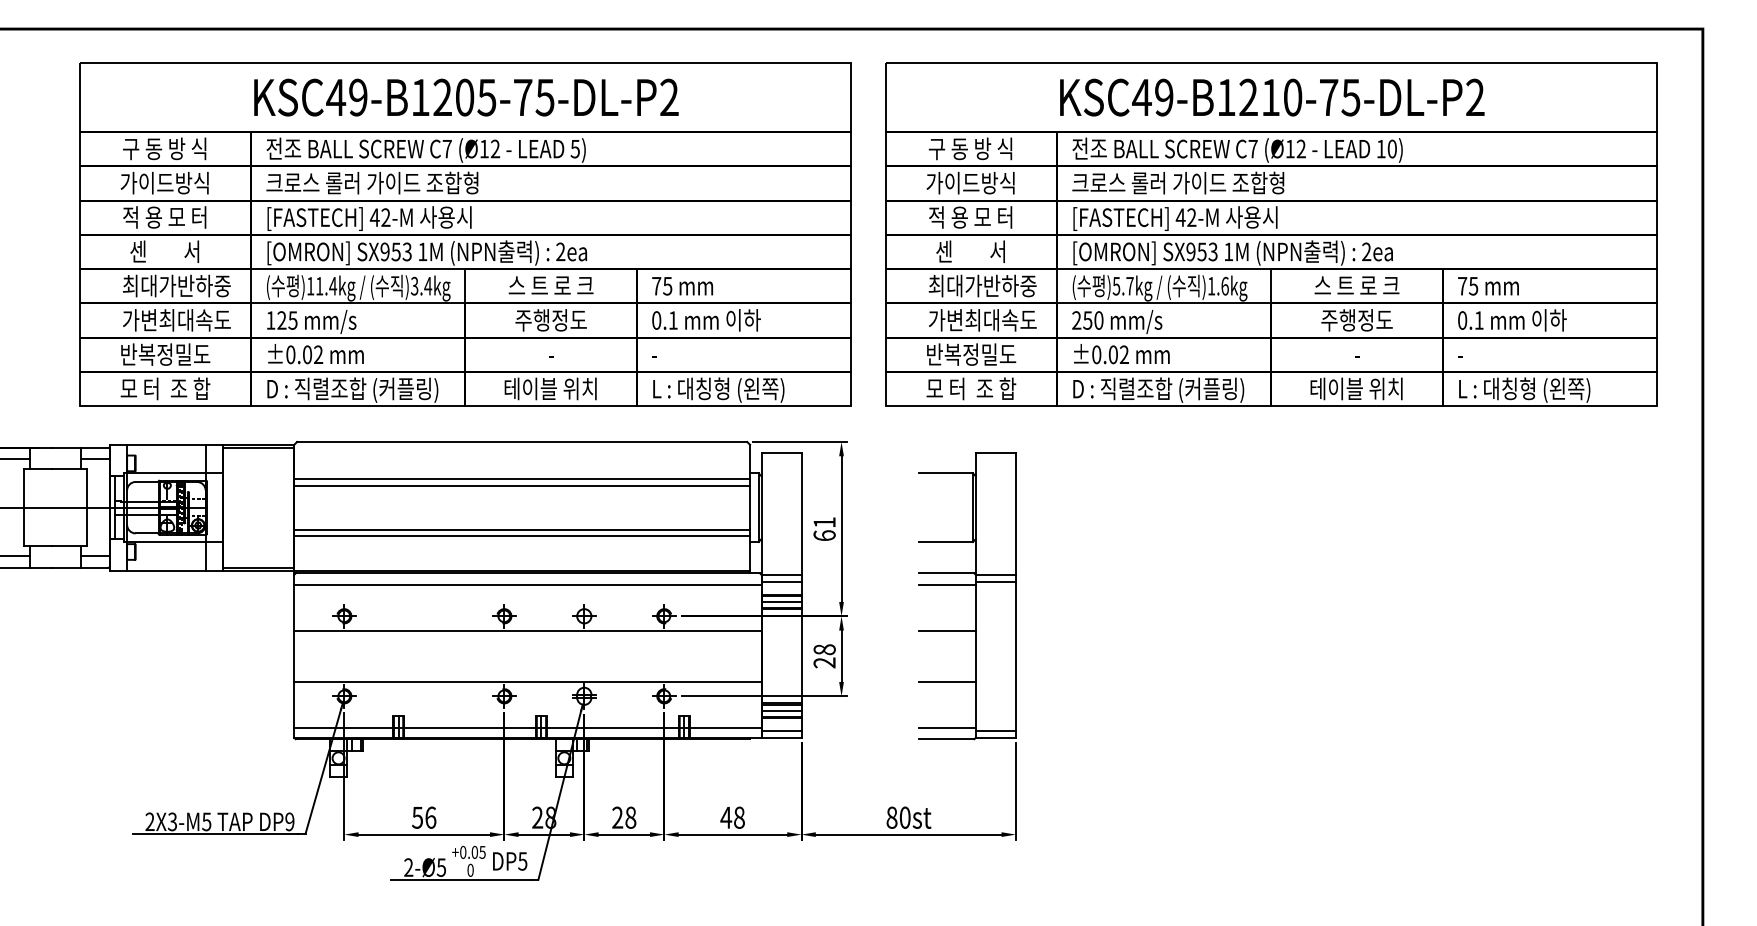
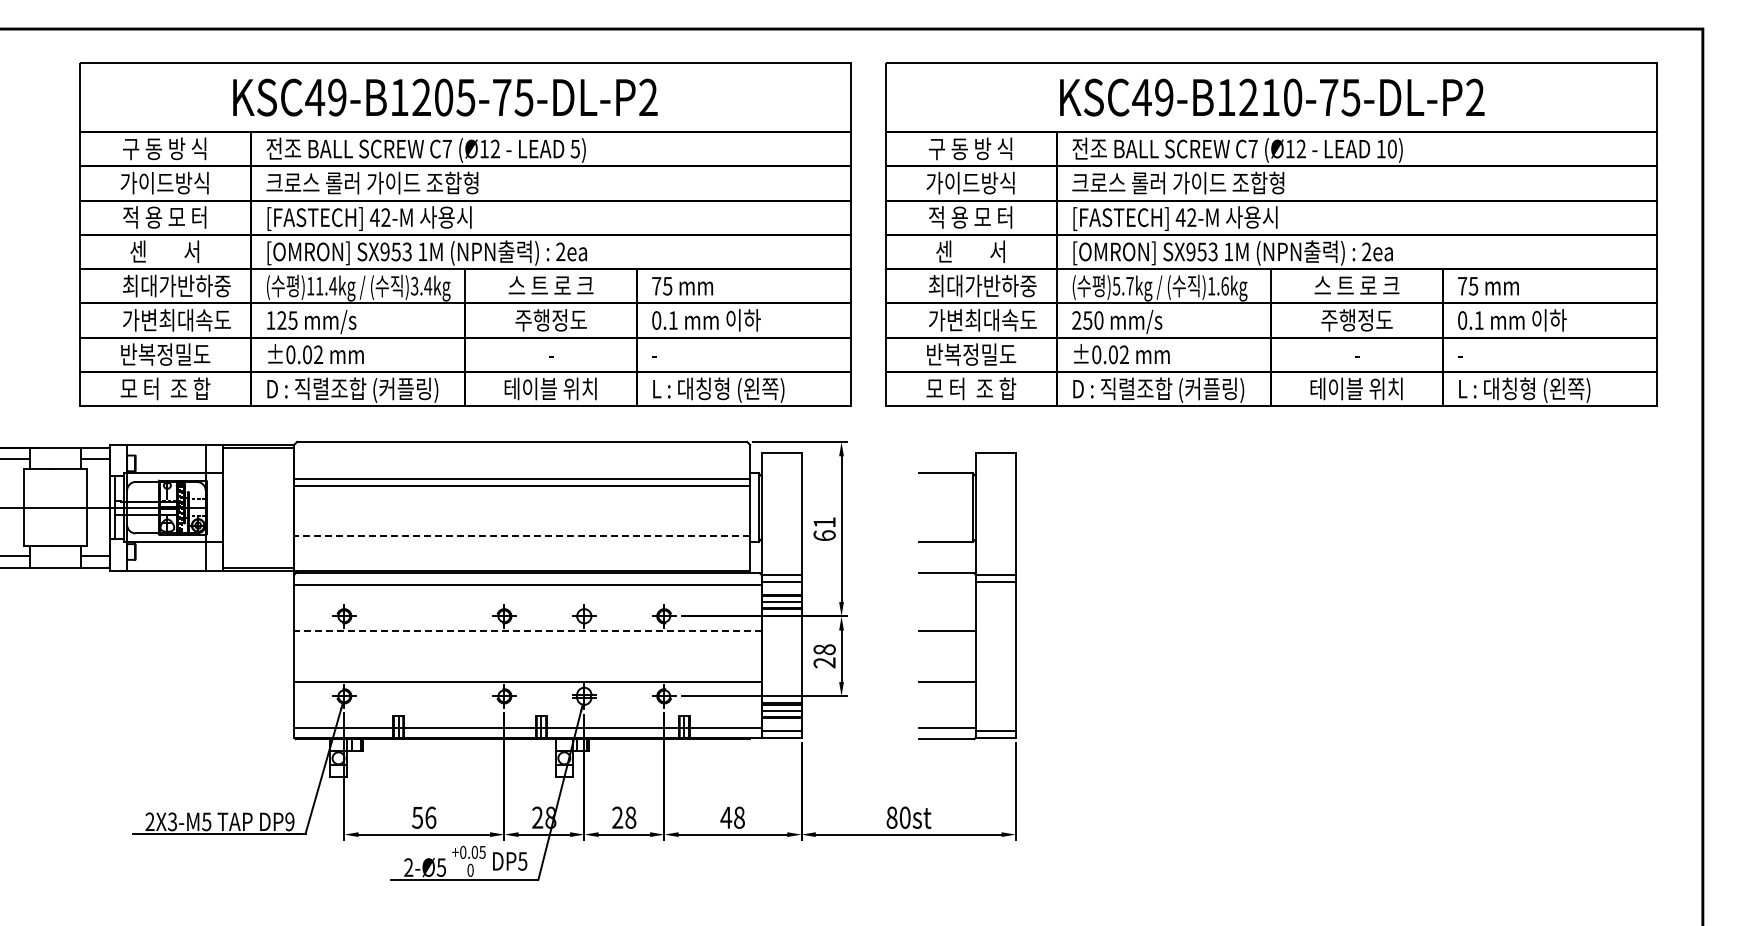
text at (466, 97) position: (466, 97) -> (445, 97)
line at (522, 529): present -> none
line at (522, 536): solid -> dashed
line at (946, 584): present -> none
line at (527, 630): solid -> dashed
